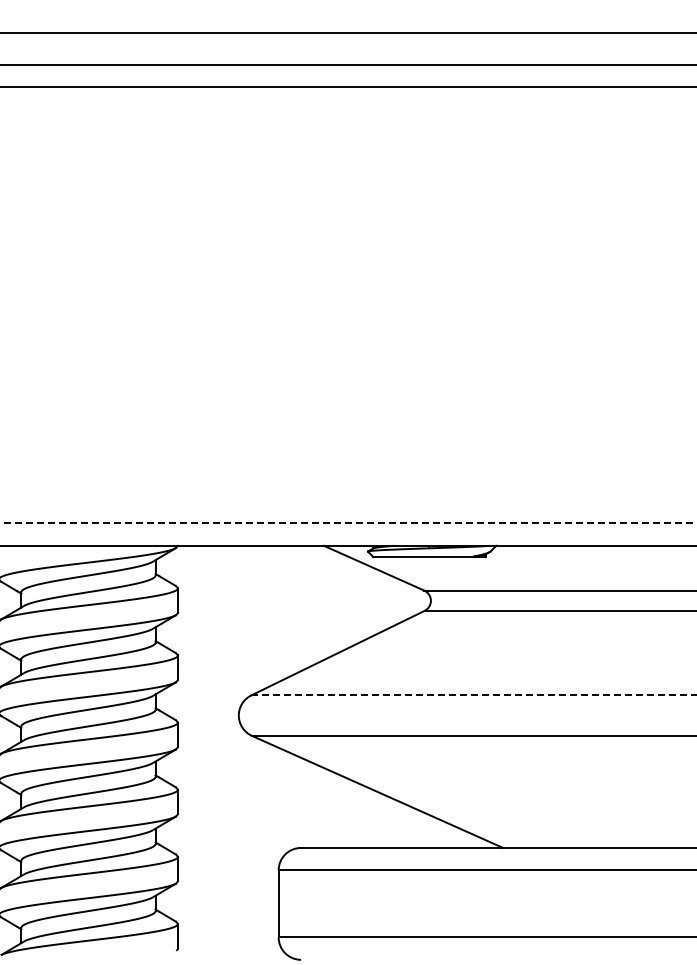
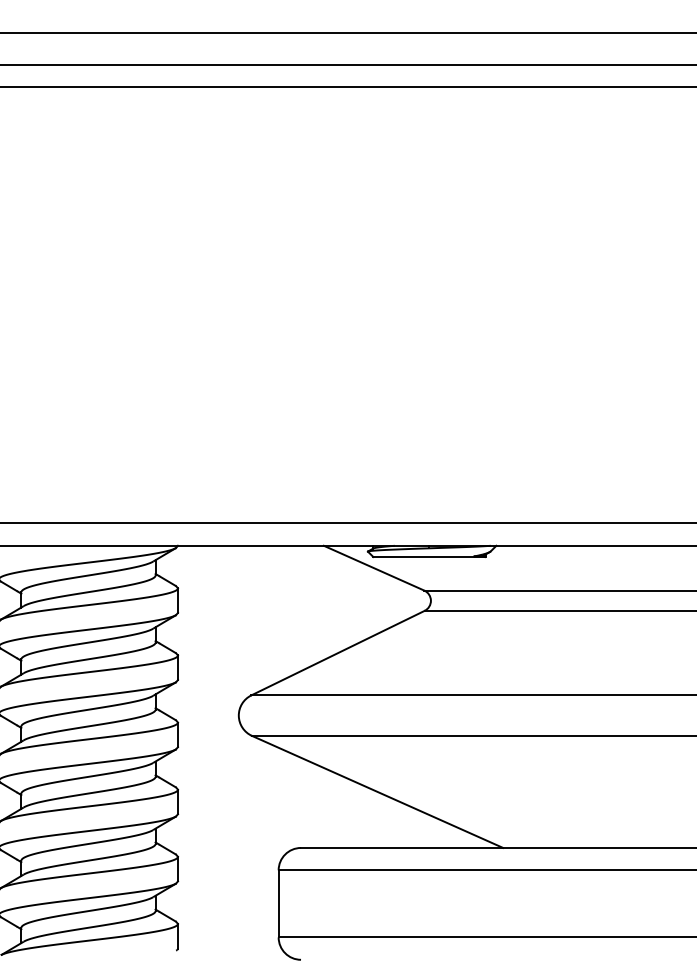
line at (348, 523): dashed -> solid
line at (474, 695): dashed -> solid
